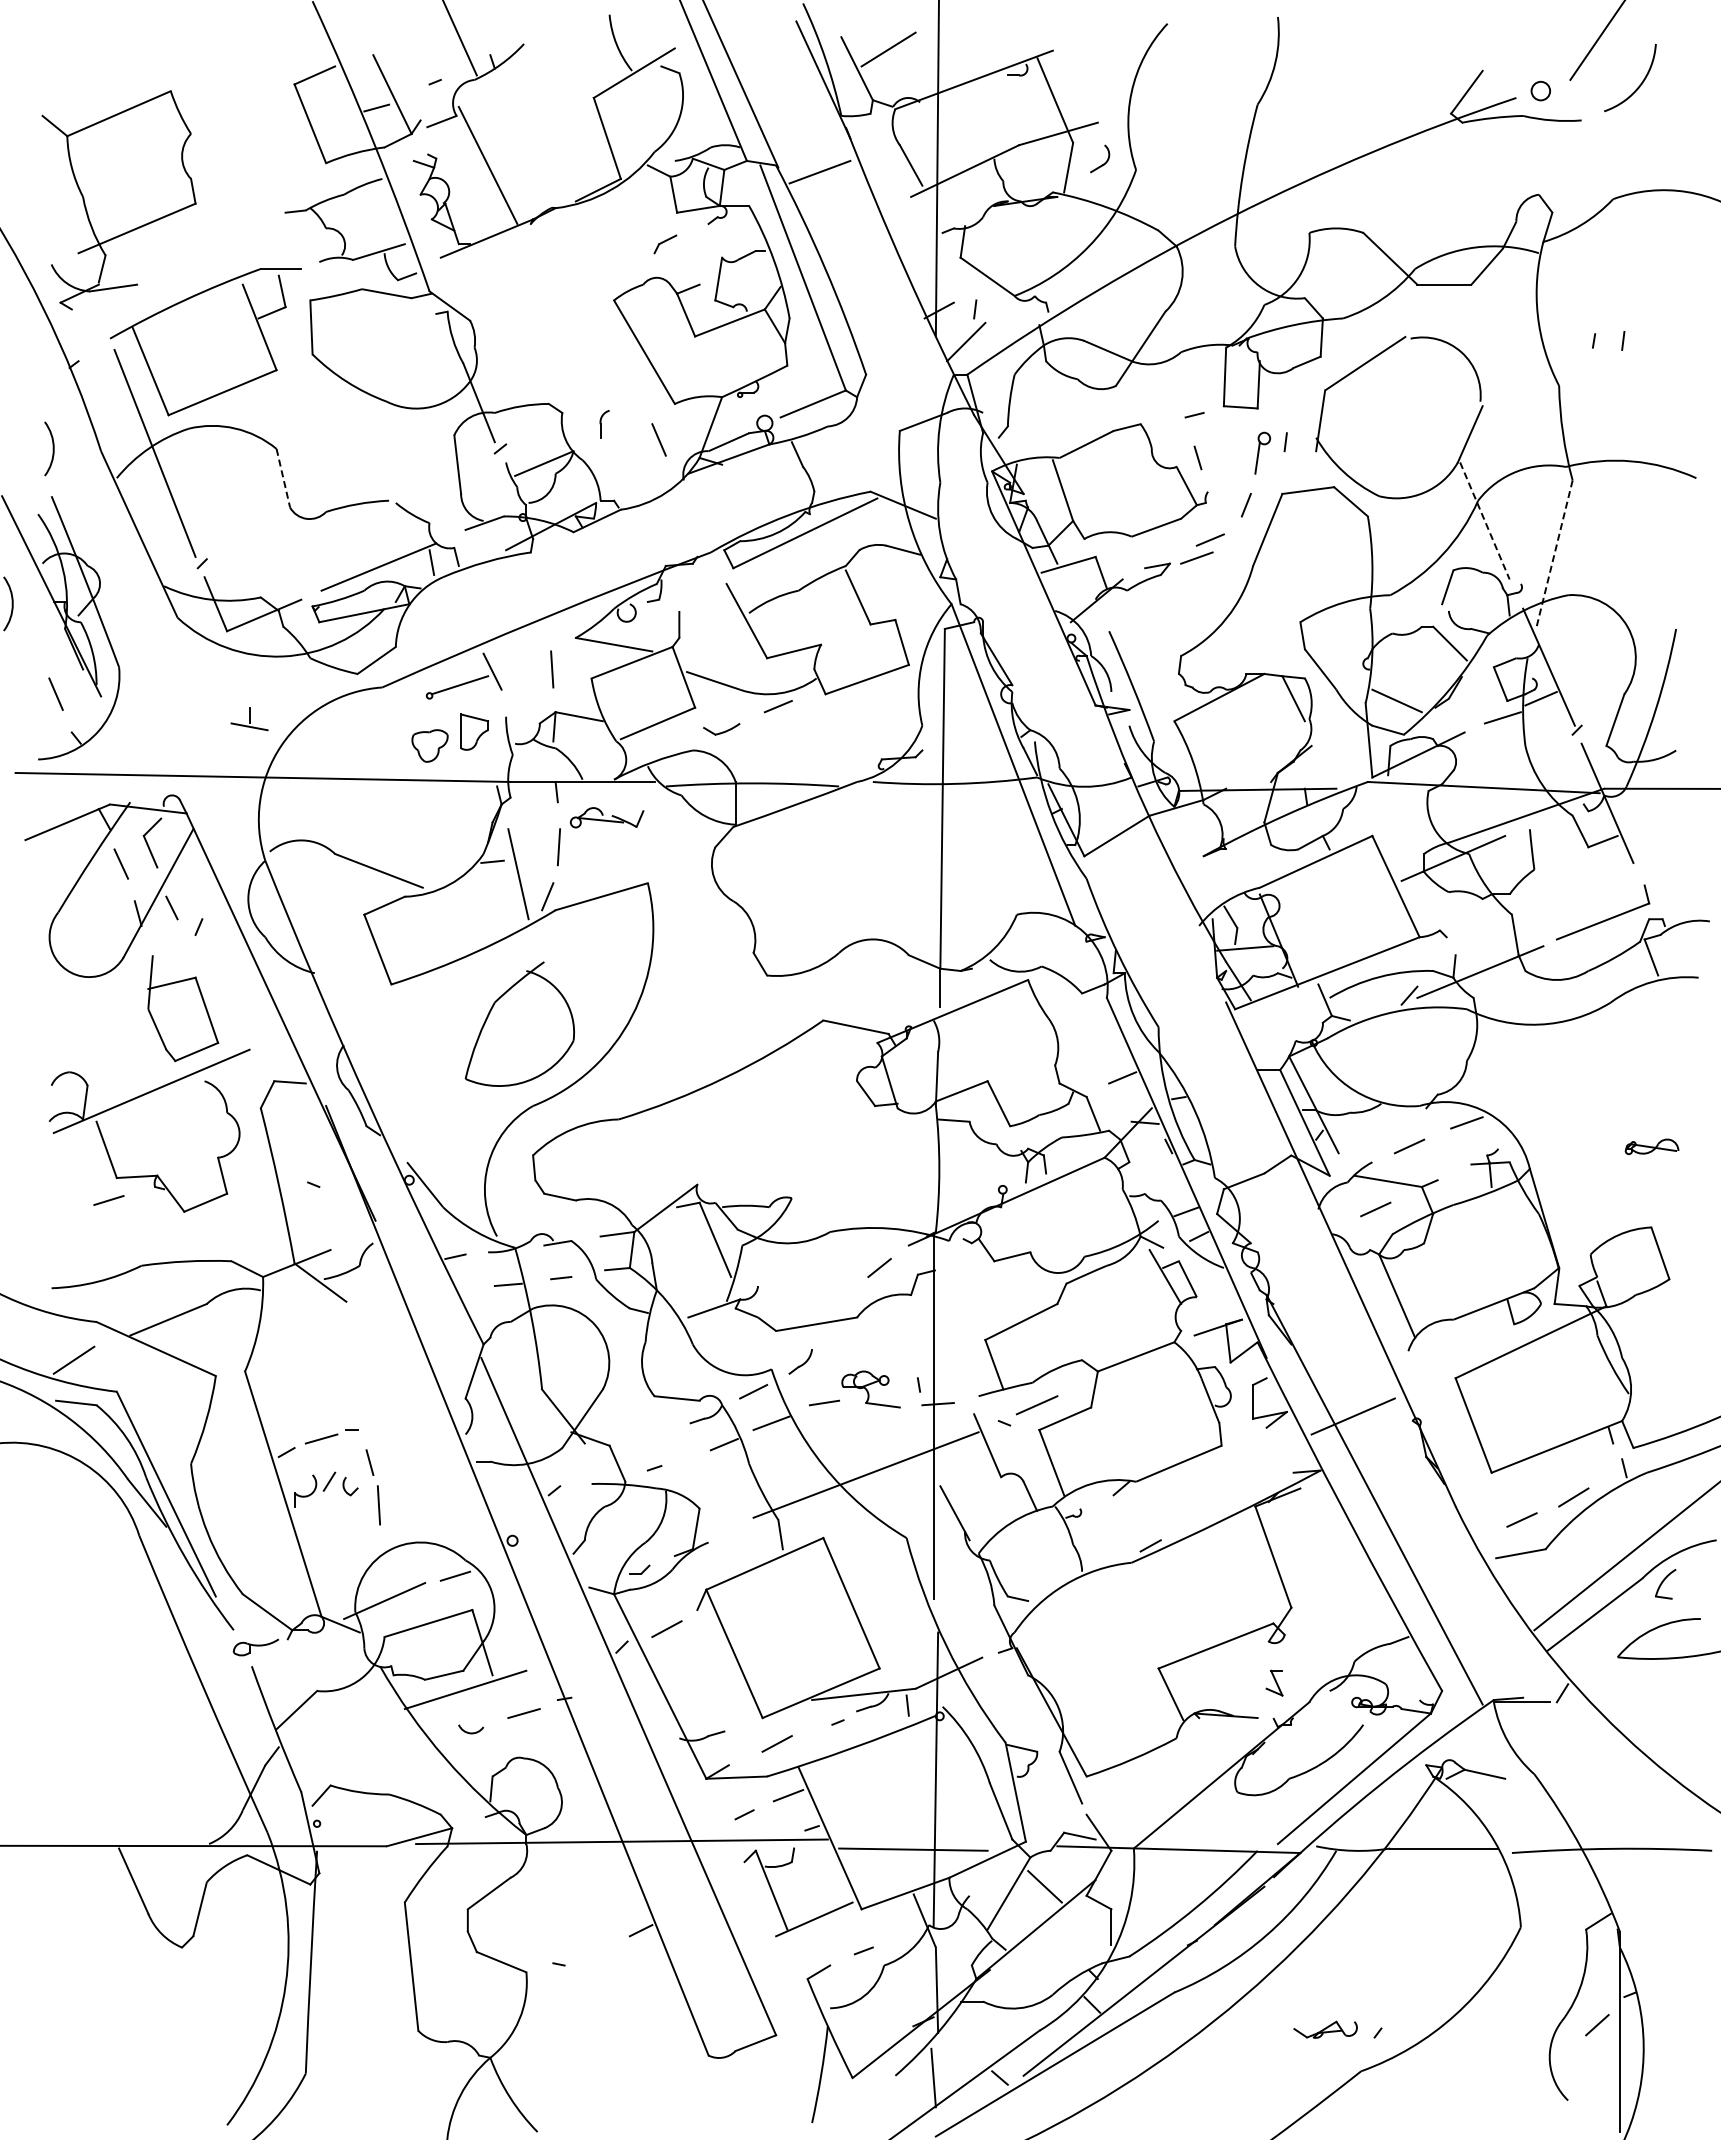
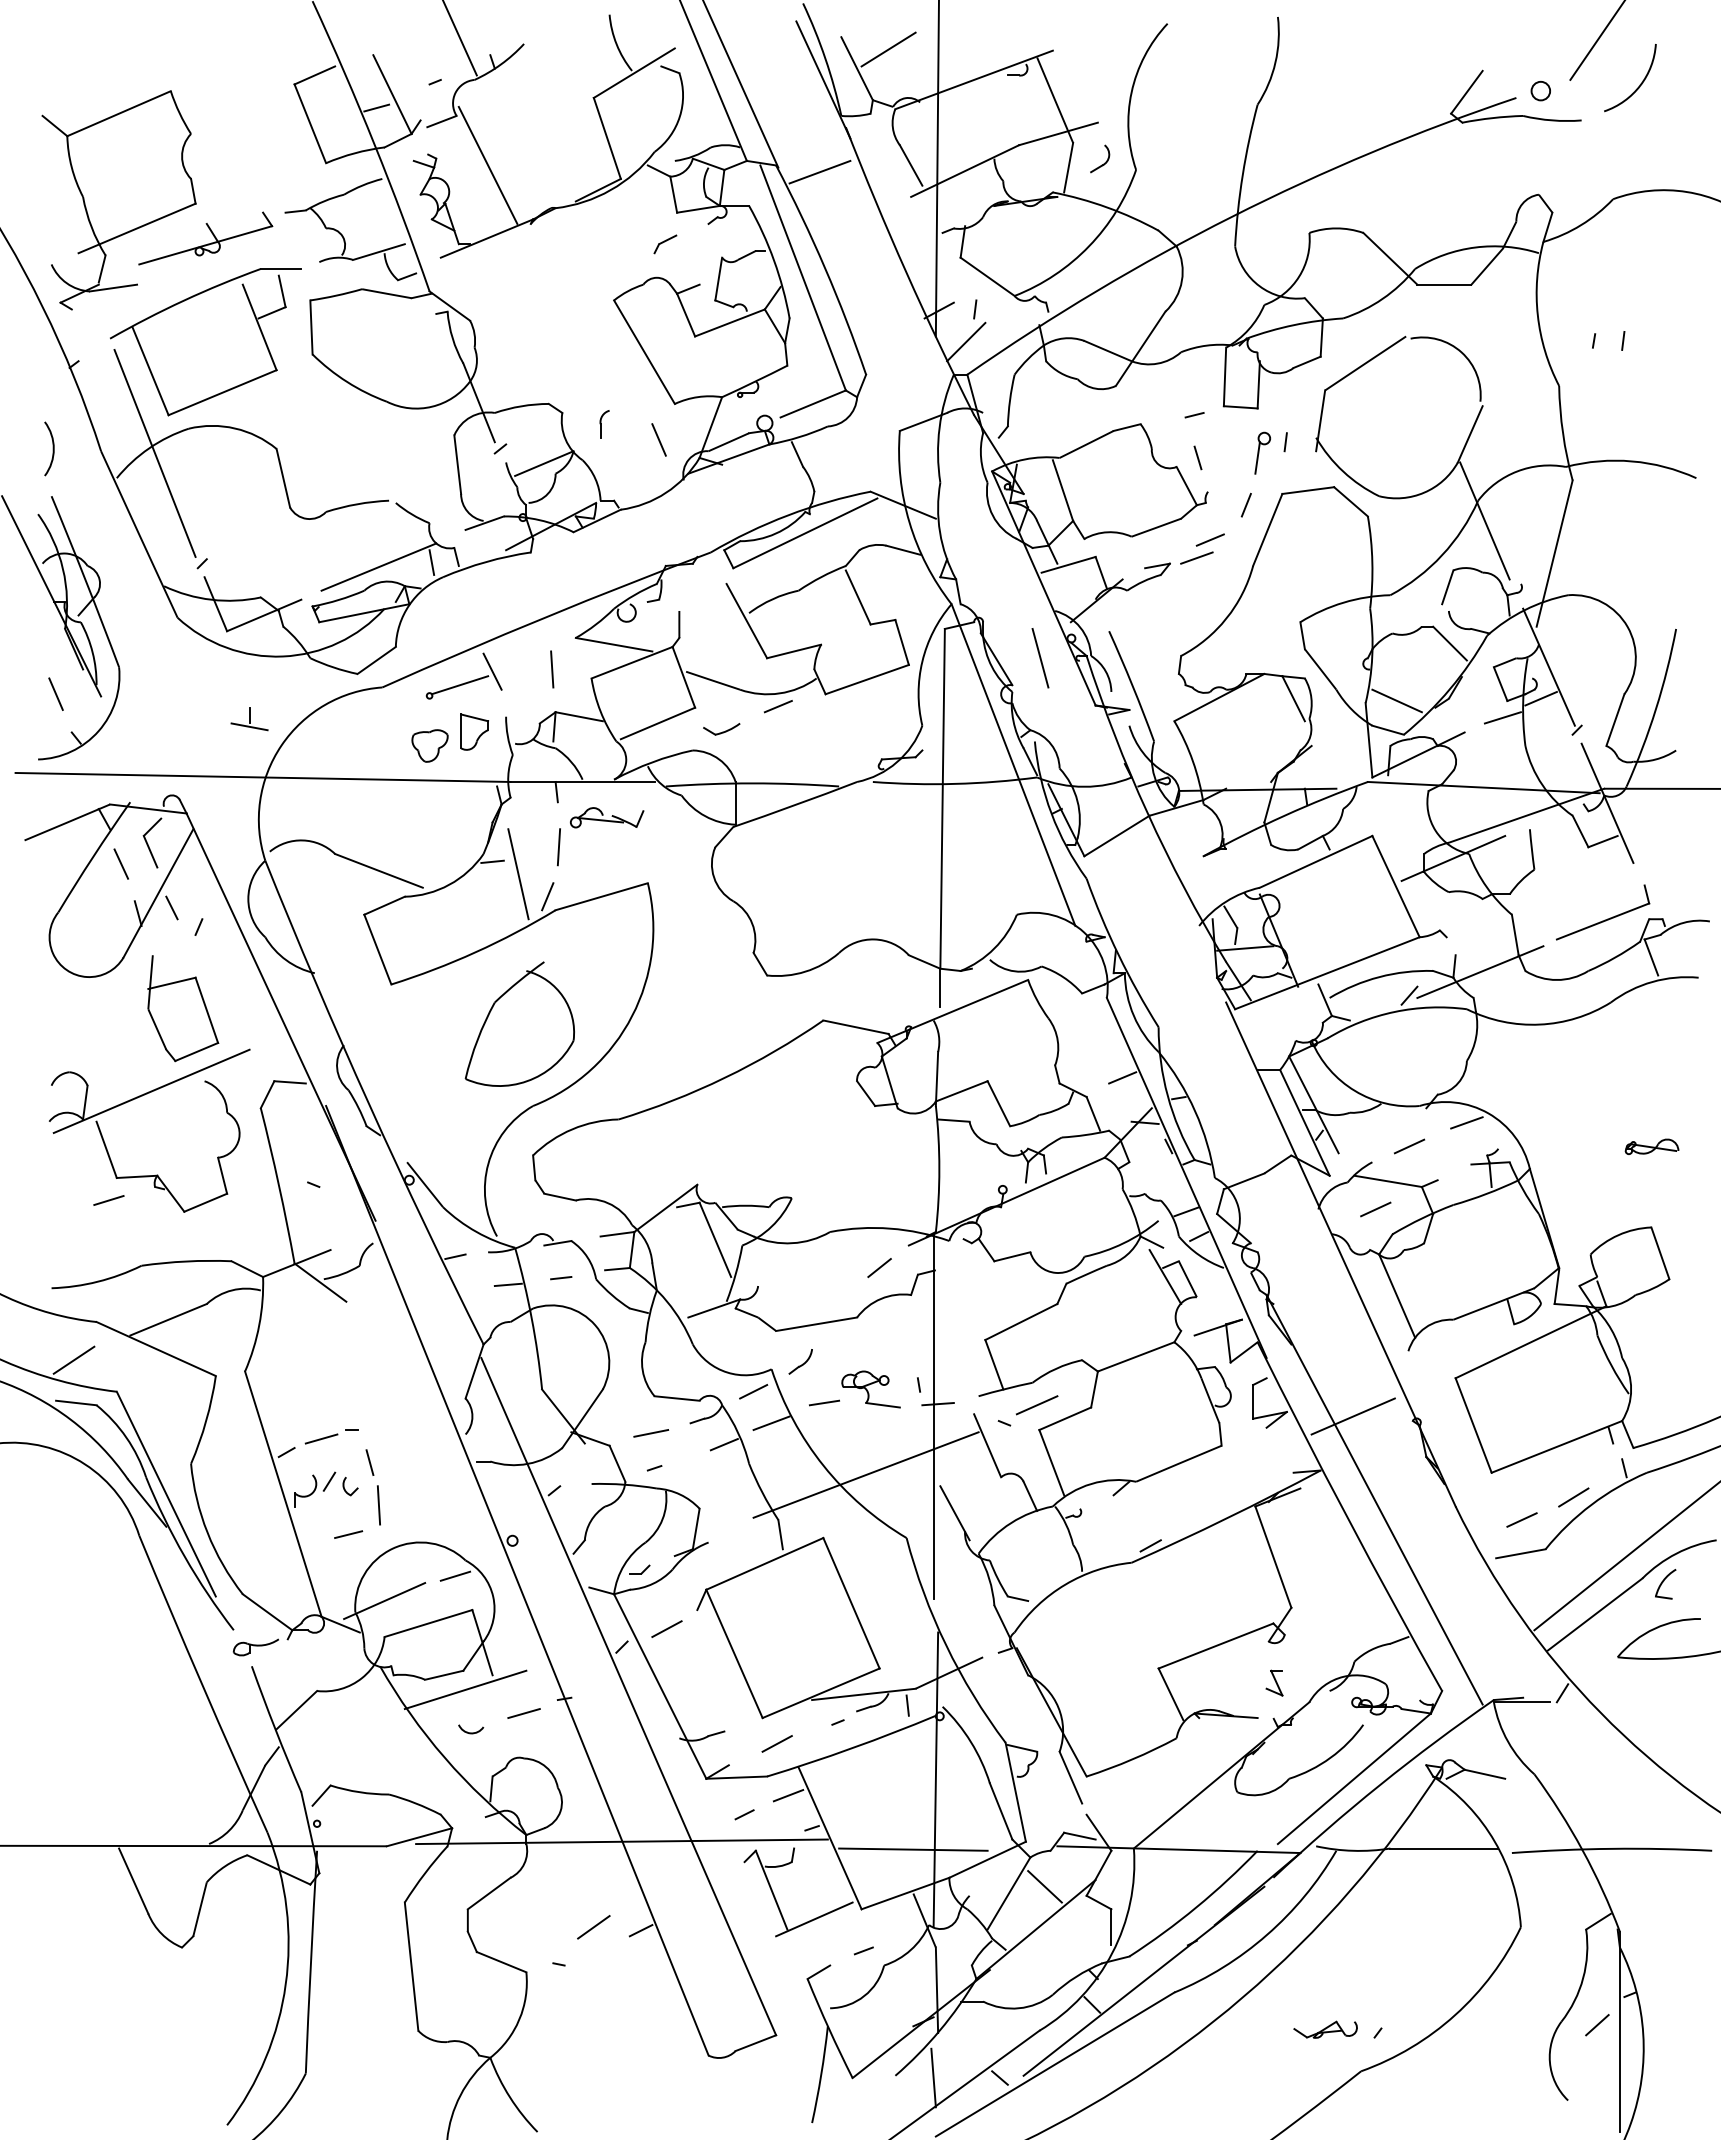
part at (205, 238): none -> present
line at (283, 478): dashed -> solid
line at (1484, 520): dashed -> solid
line at (1554, 554): dashed -> solid
arc at (11, 603): present -> none
line at (1040, 657): none -> present
line at (651, 1433): none -> present
line at (348, 1534): none -> present
line at (593, 1927): none -> present
